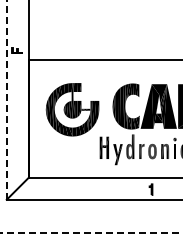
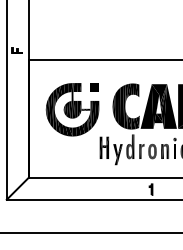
part at (94, 87): none -> present
line at (6, 100): dashed -> solid
line at (91, 232): dashed -> solid
